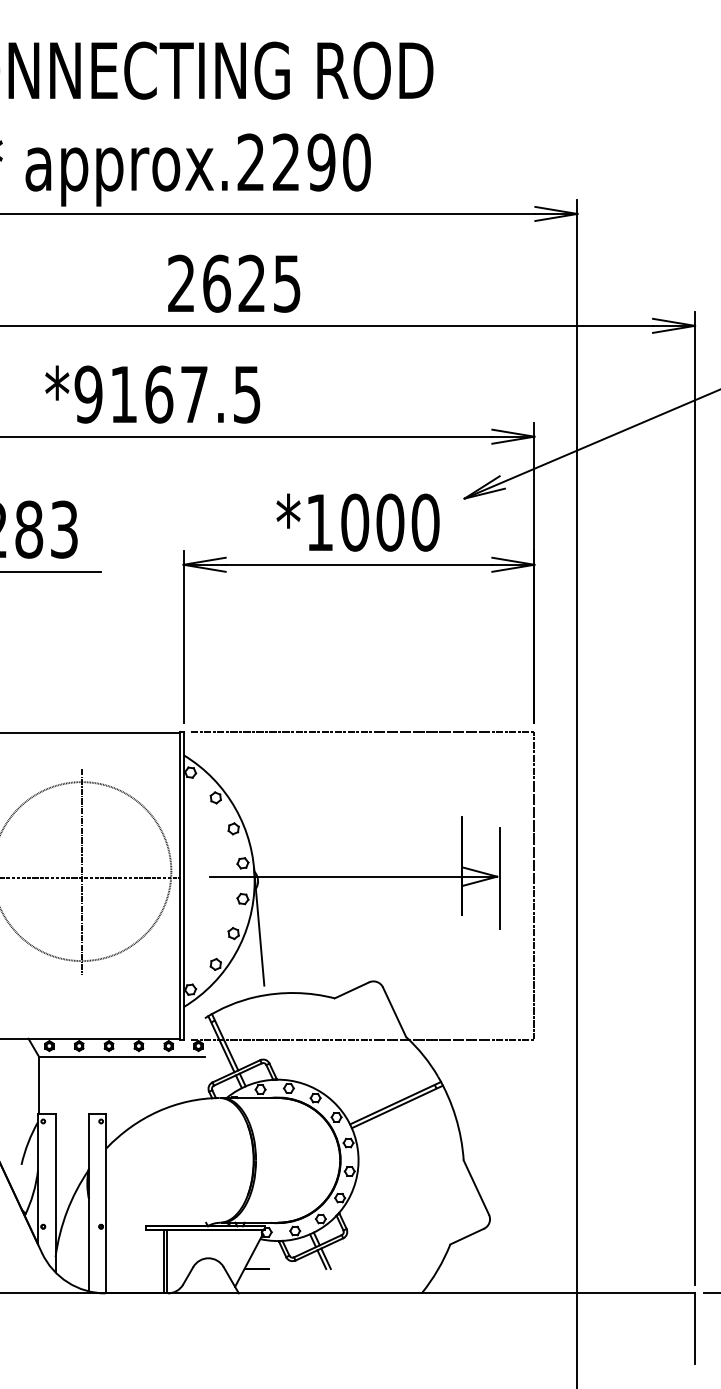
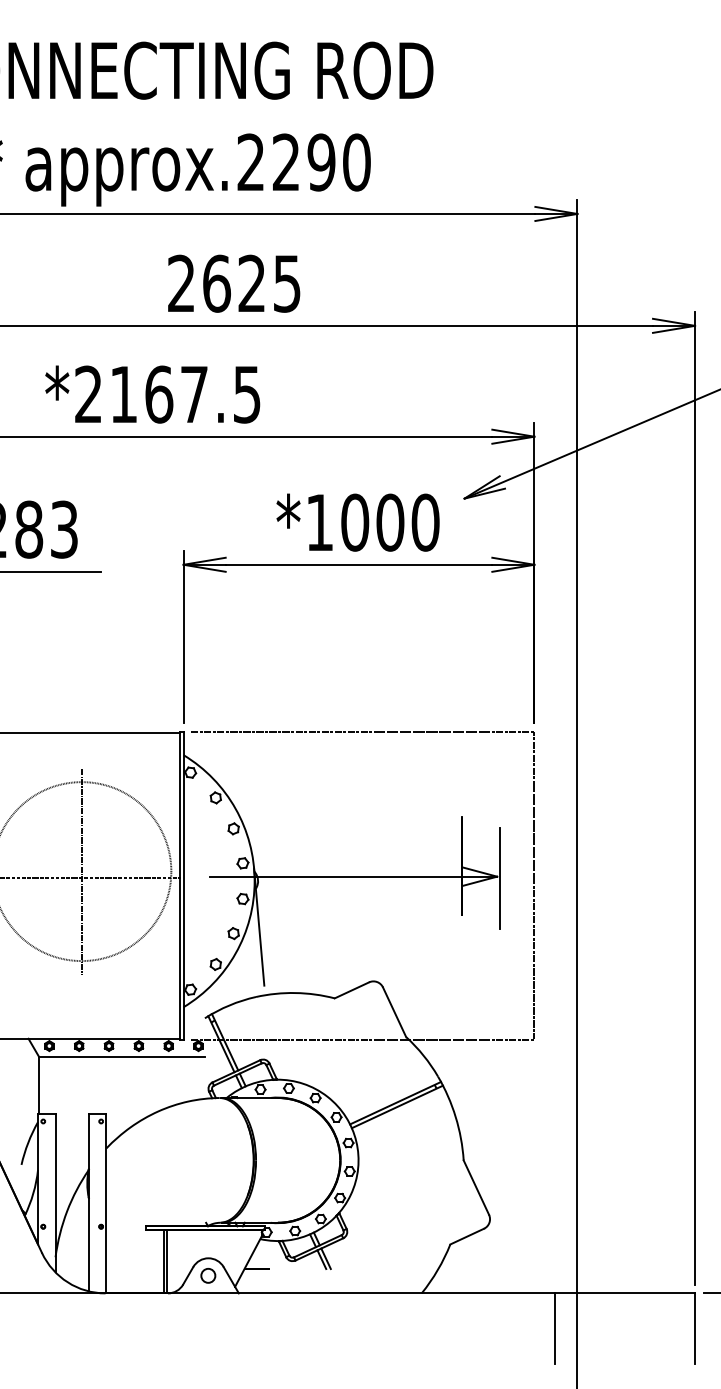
text at (88, 394): *9167.5 -> *2167.5
circle at (208, 1275): none -> present
line at (554, 1328): none -> present
